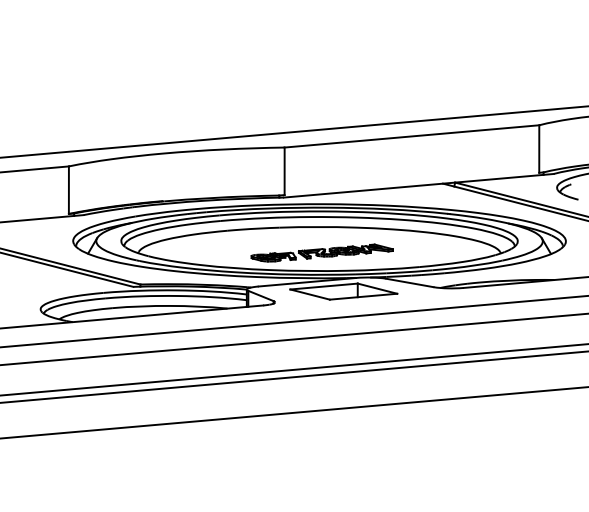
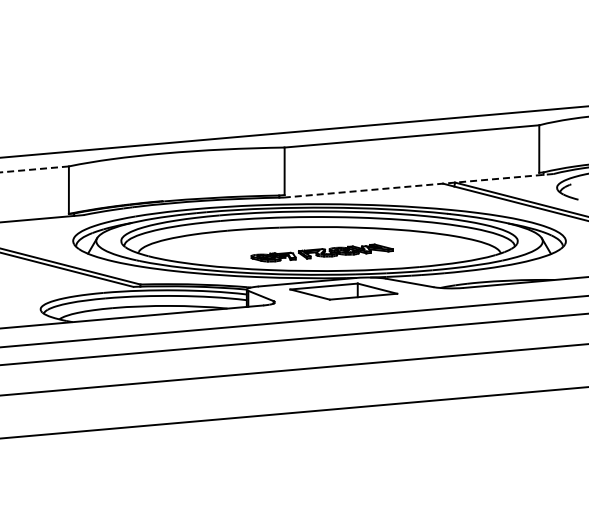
line at (34, 169): solid -> dashed
line at (418, 185): solid -> dashed
line at (293, 376): present -> none
